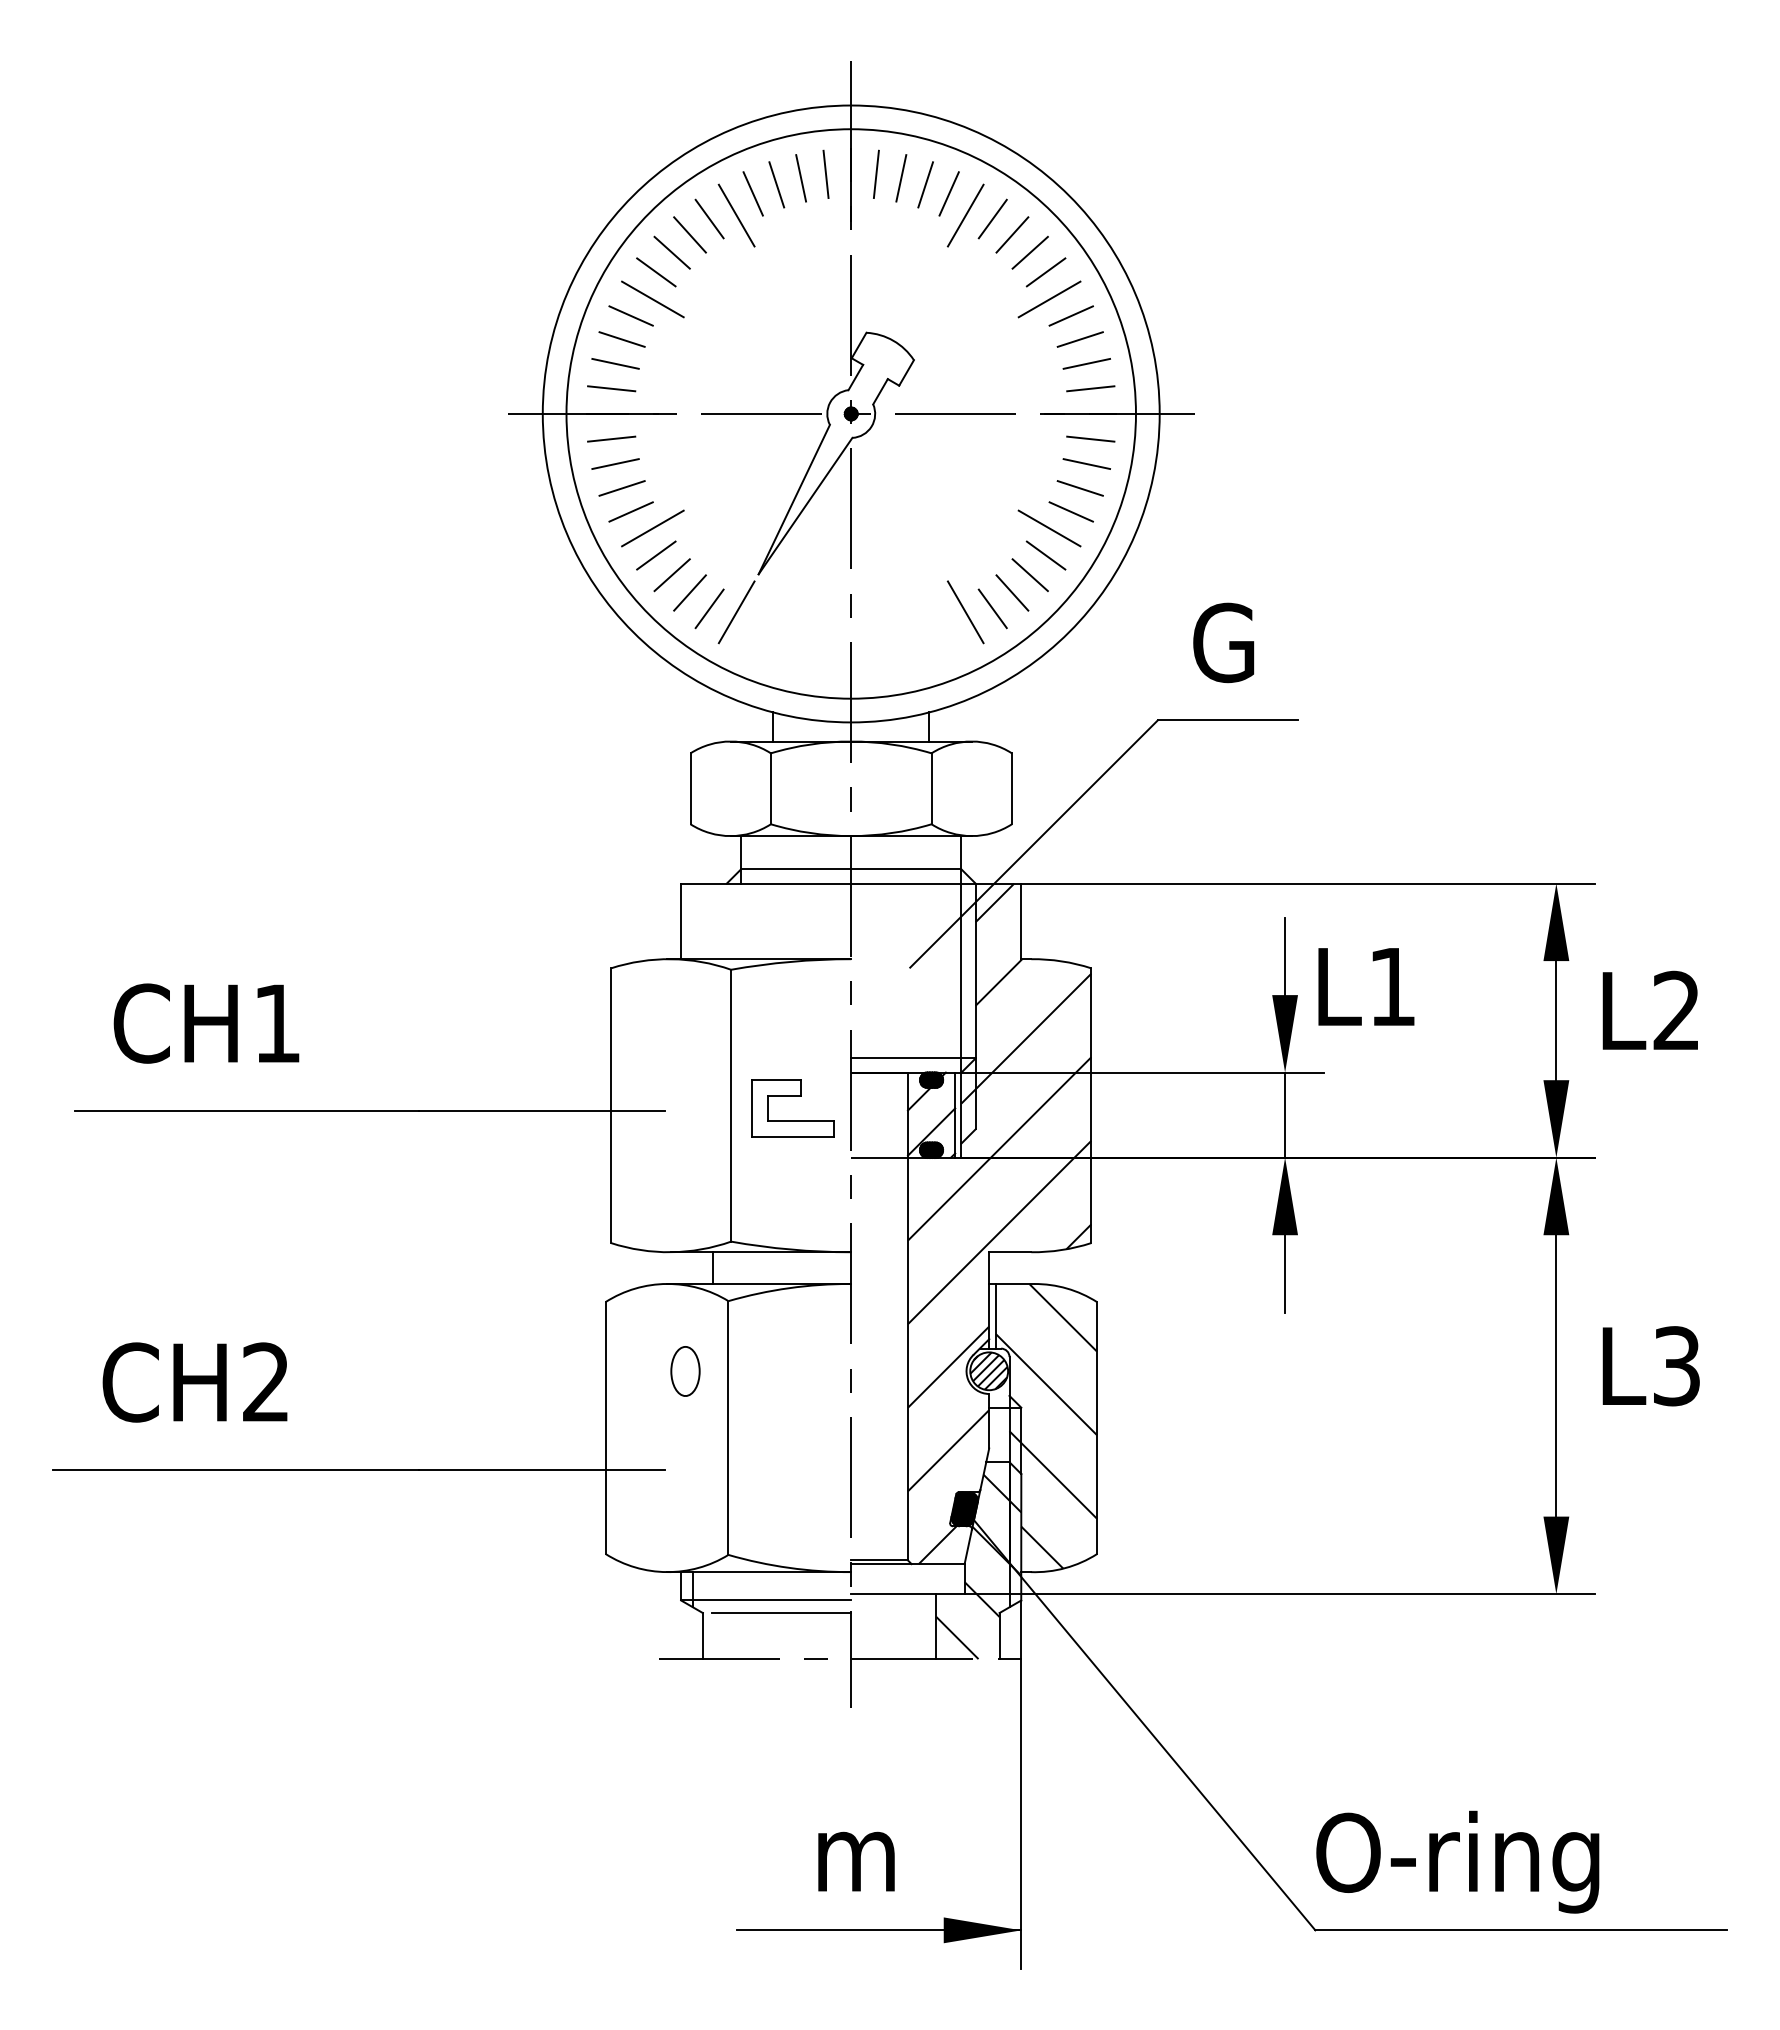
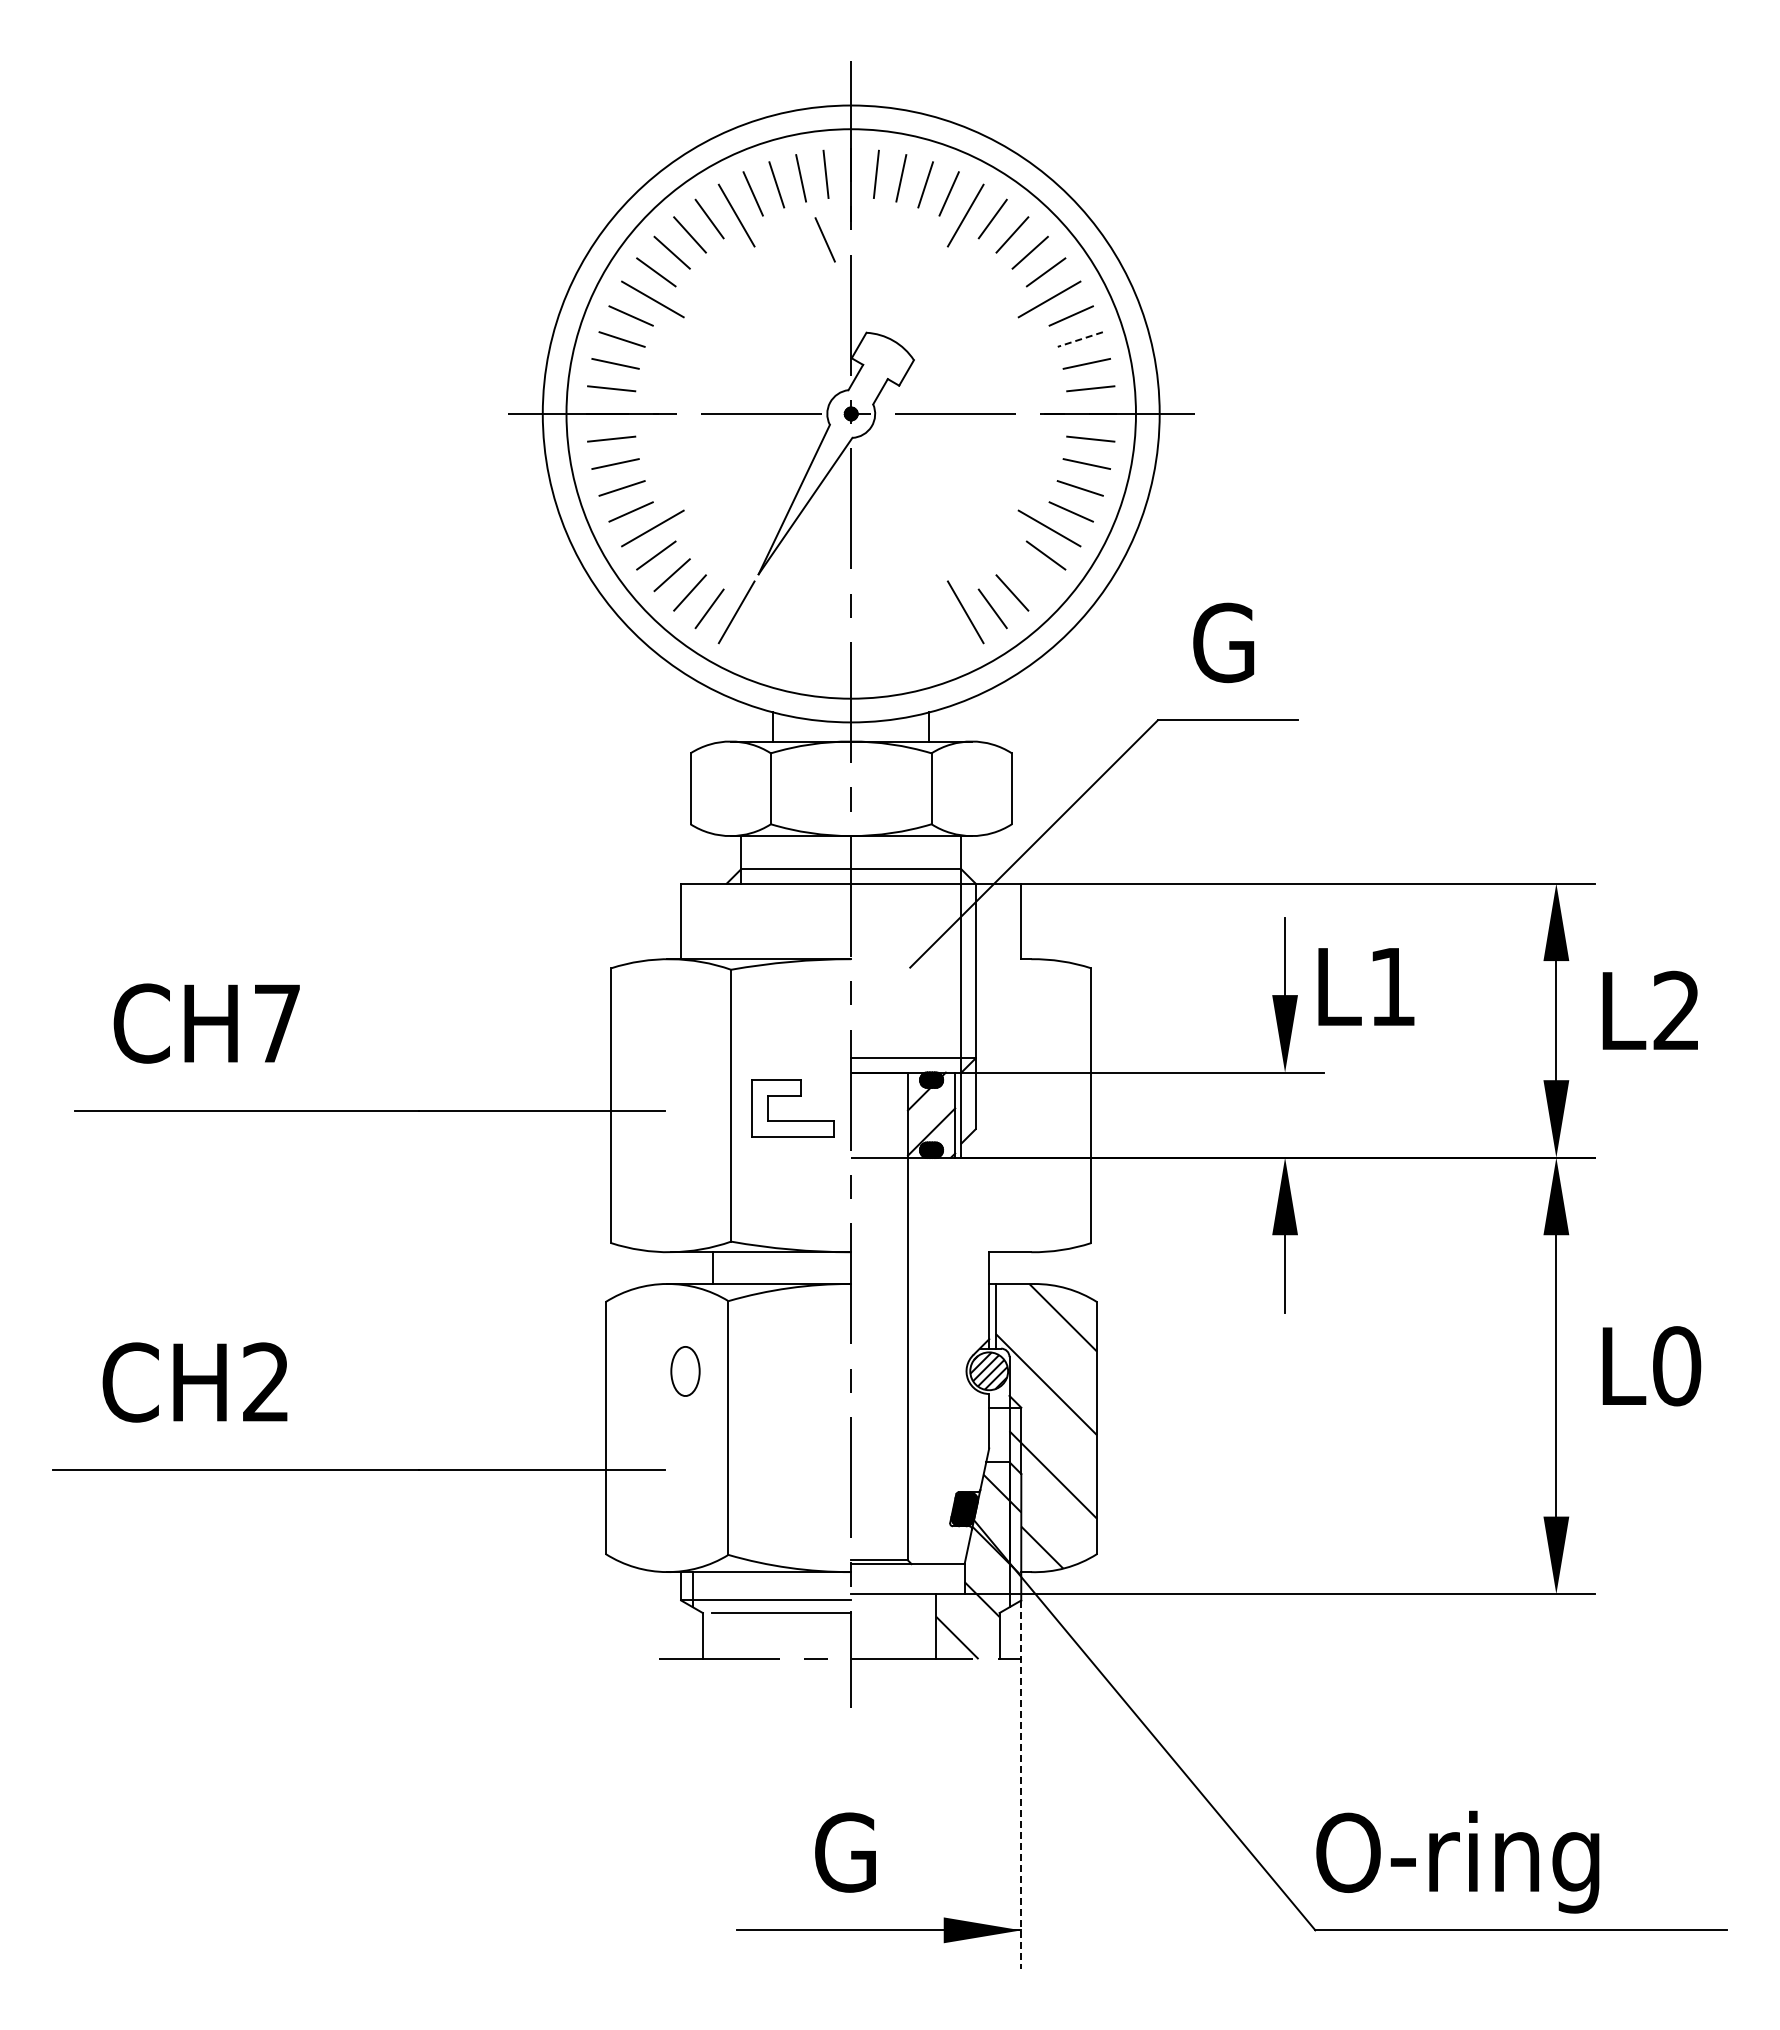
line at (824, 239): none -> present
line at (1080, 339): solid -> dashed
line at (1029, 575): present -> none
text at (277, 1023): CH1 -> CH7
line at (1285, 1114): present -> none
hatch at (999, 1223): present -> none
text at (1677, 1366): L3 -> L0
line at (1021, 1785): solid -> dashed
text at (854, 1852): m -> G
